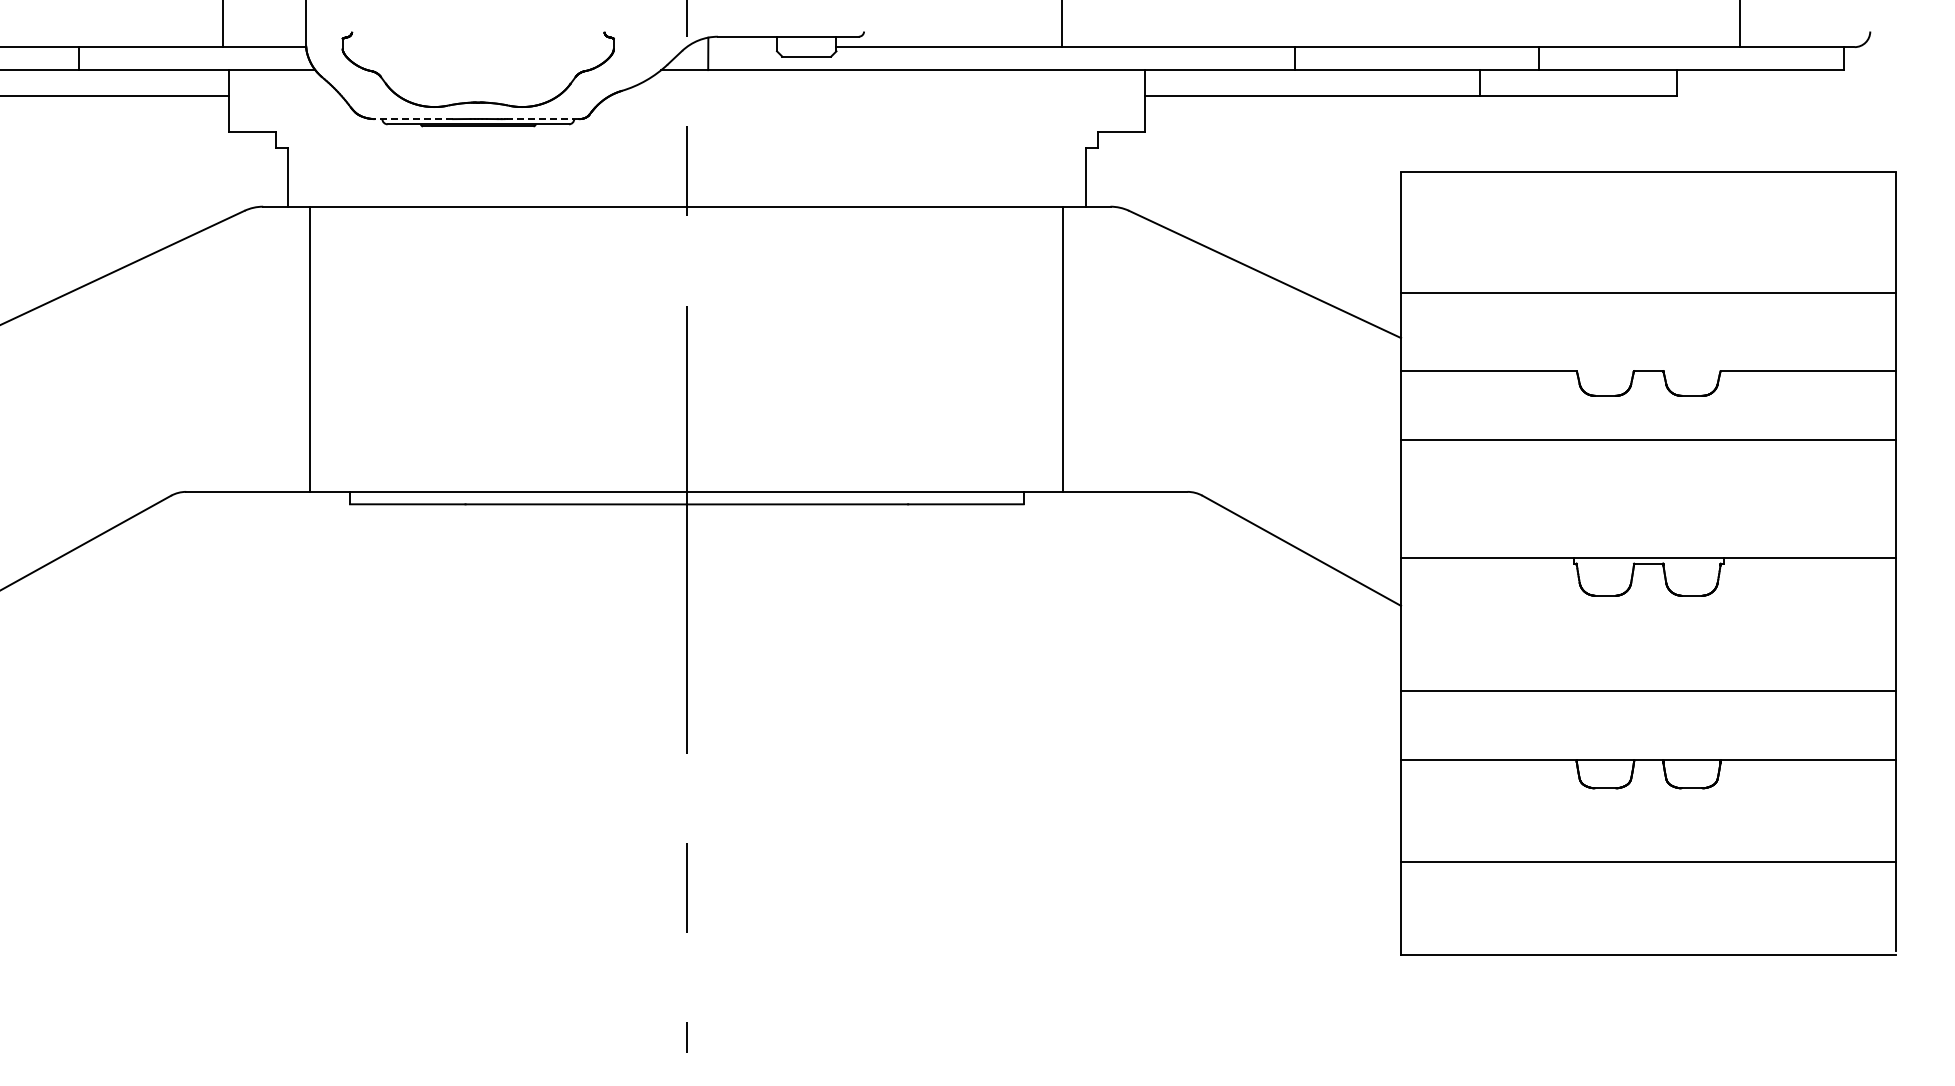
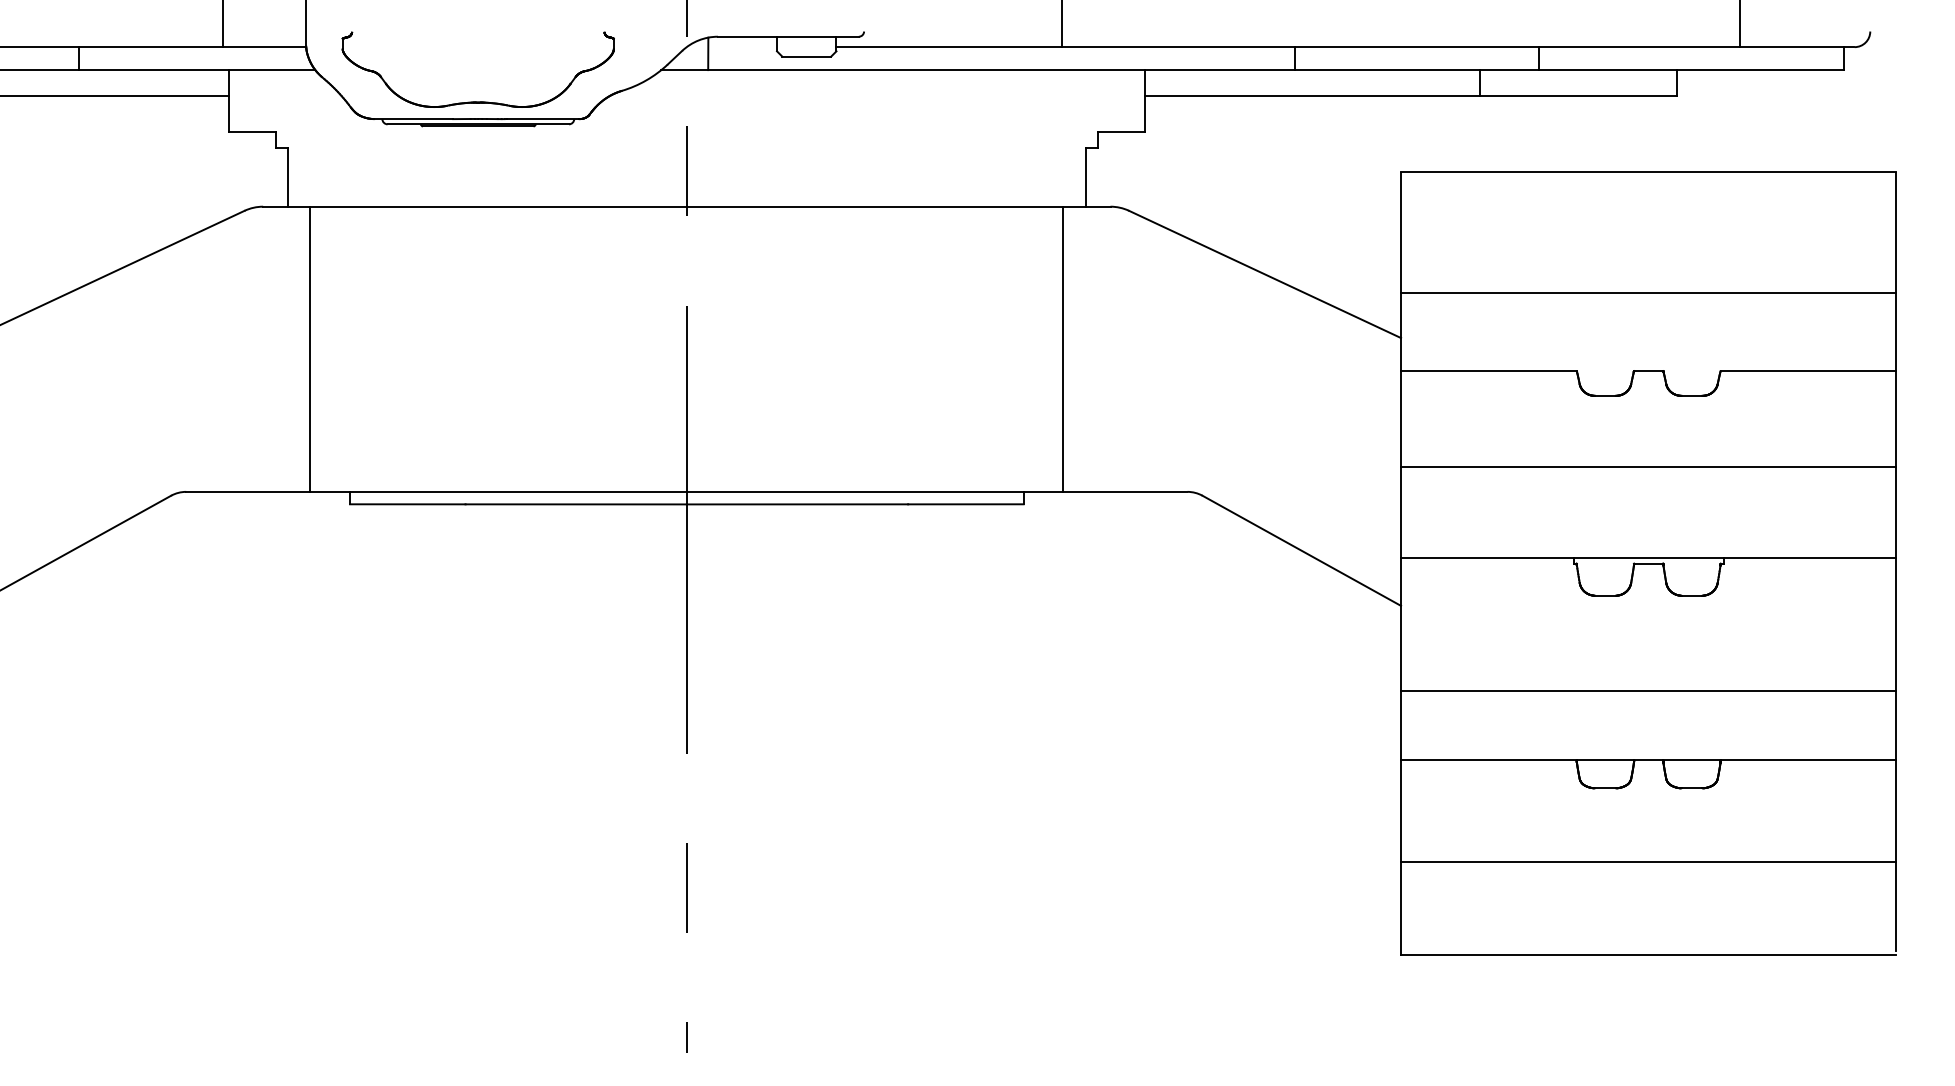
line at (413, 119): dashed -> solid
line at (542, 119): dashed -> solid
line at (1648, 439) position: (1648, 439) -> (1648, 466)
